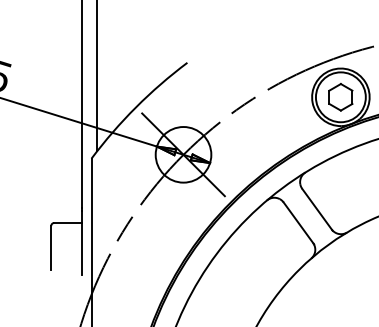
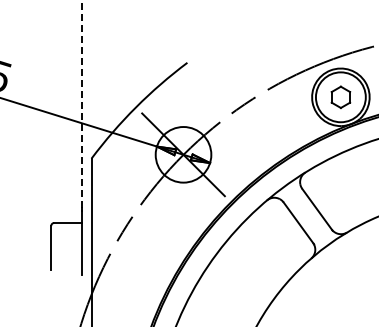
line at (97, 76): present -> none
part at (340, 97) size: 26x29 px -> 22x25 px
line at (81, 103): solid -> dashed
